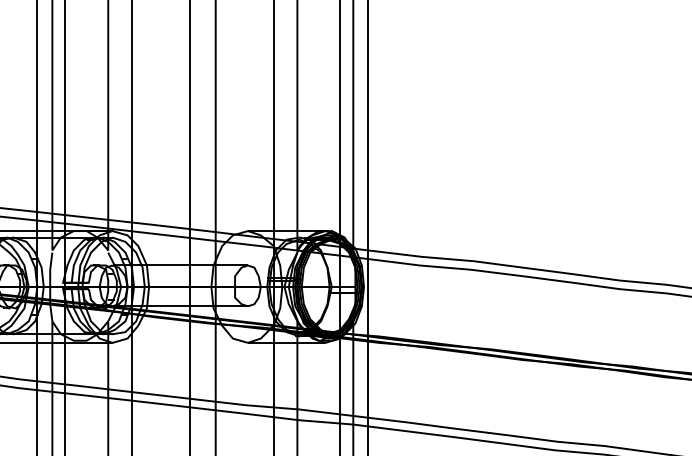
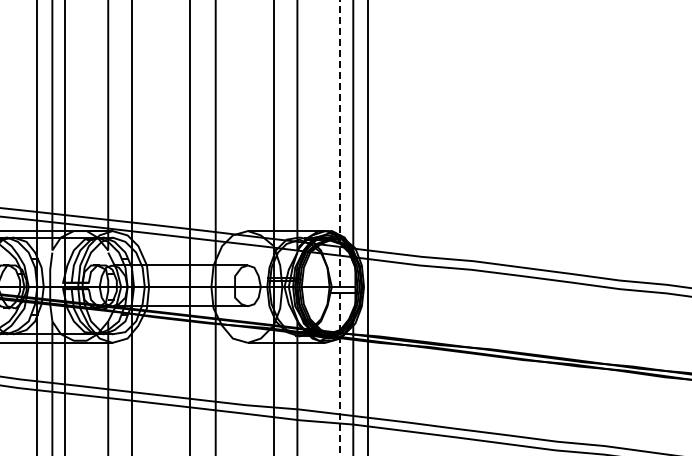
line at (340, 228): solid -> dashed
